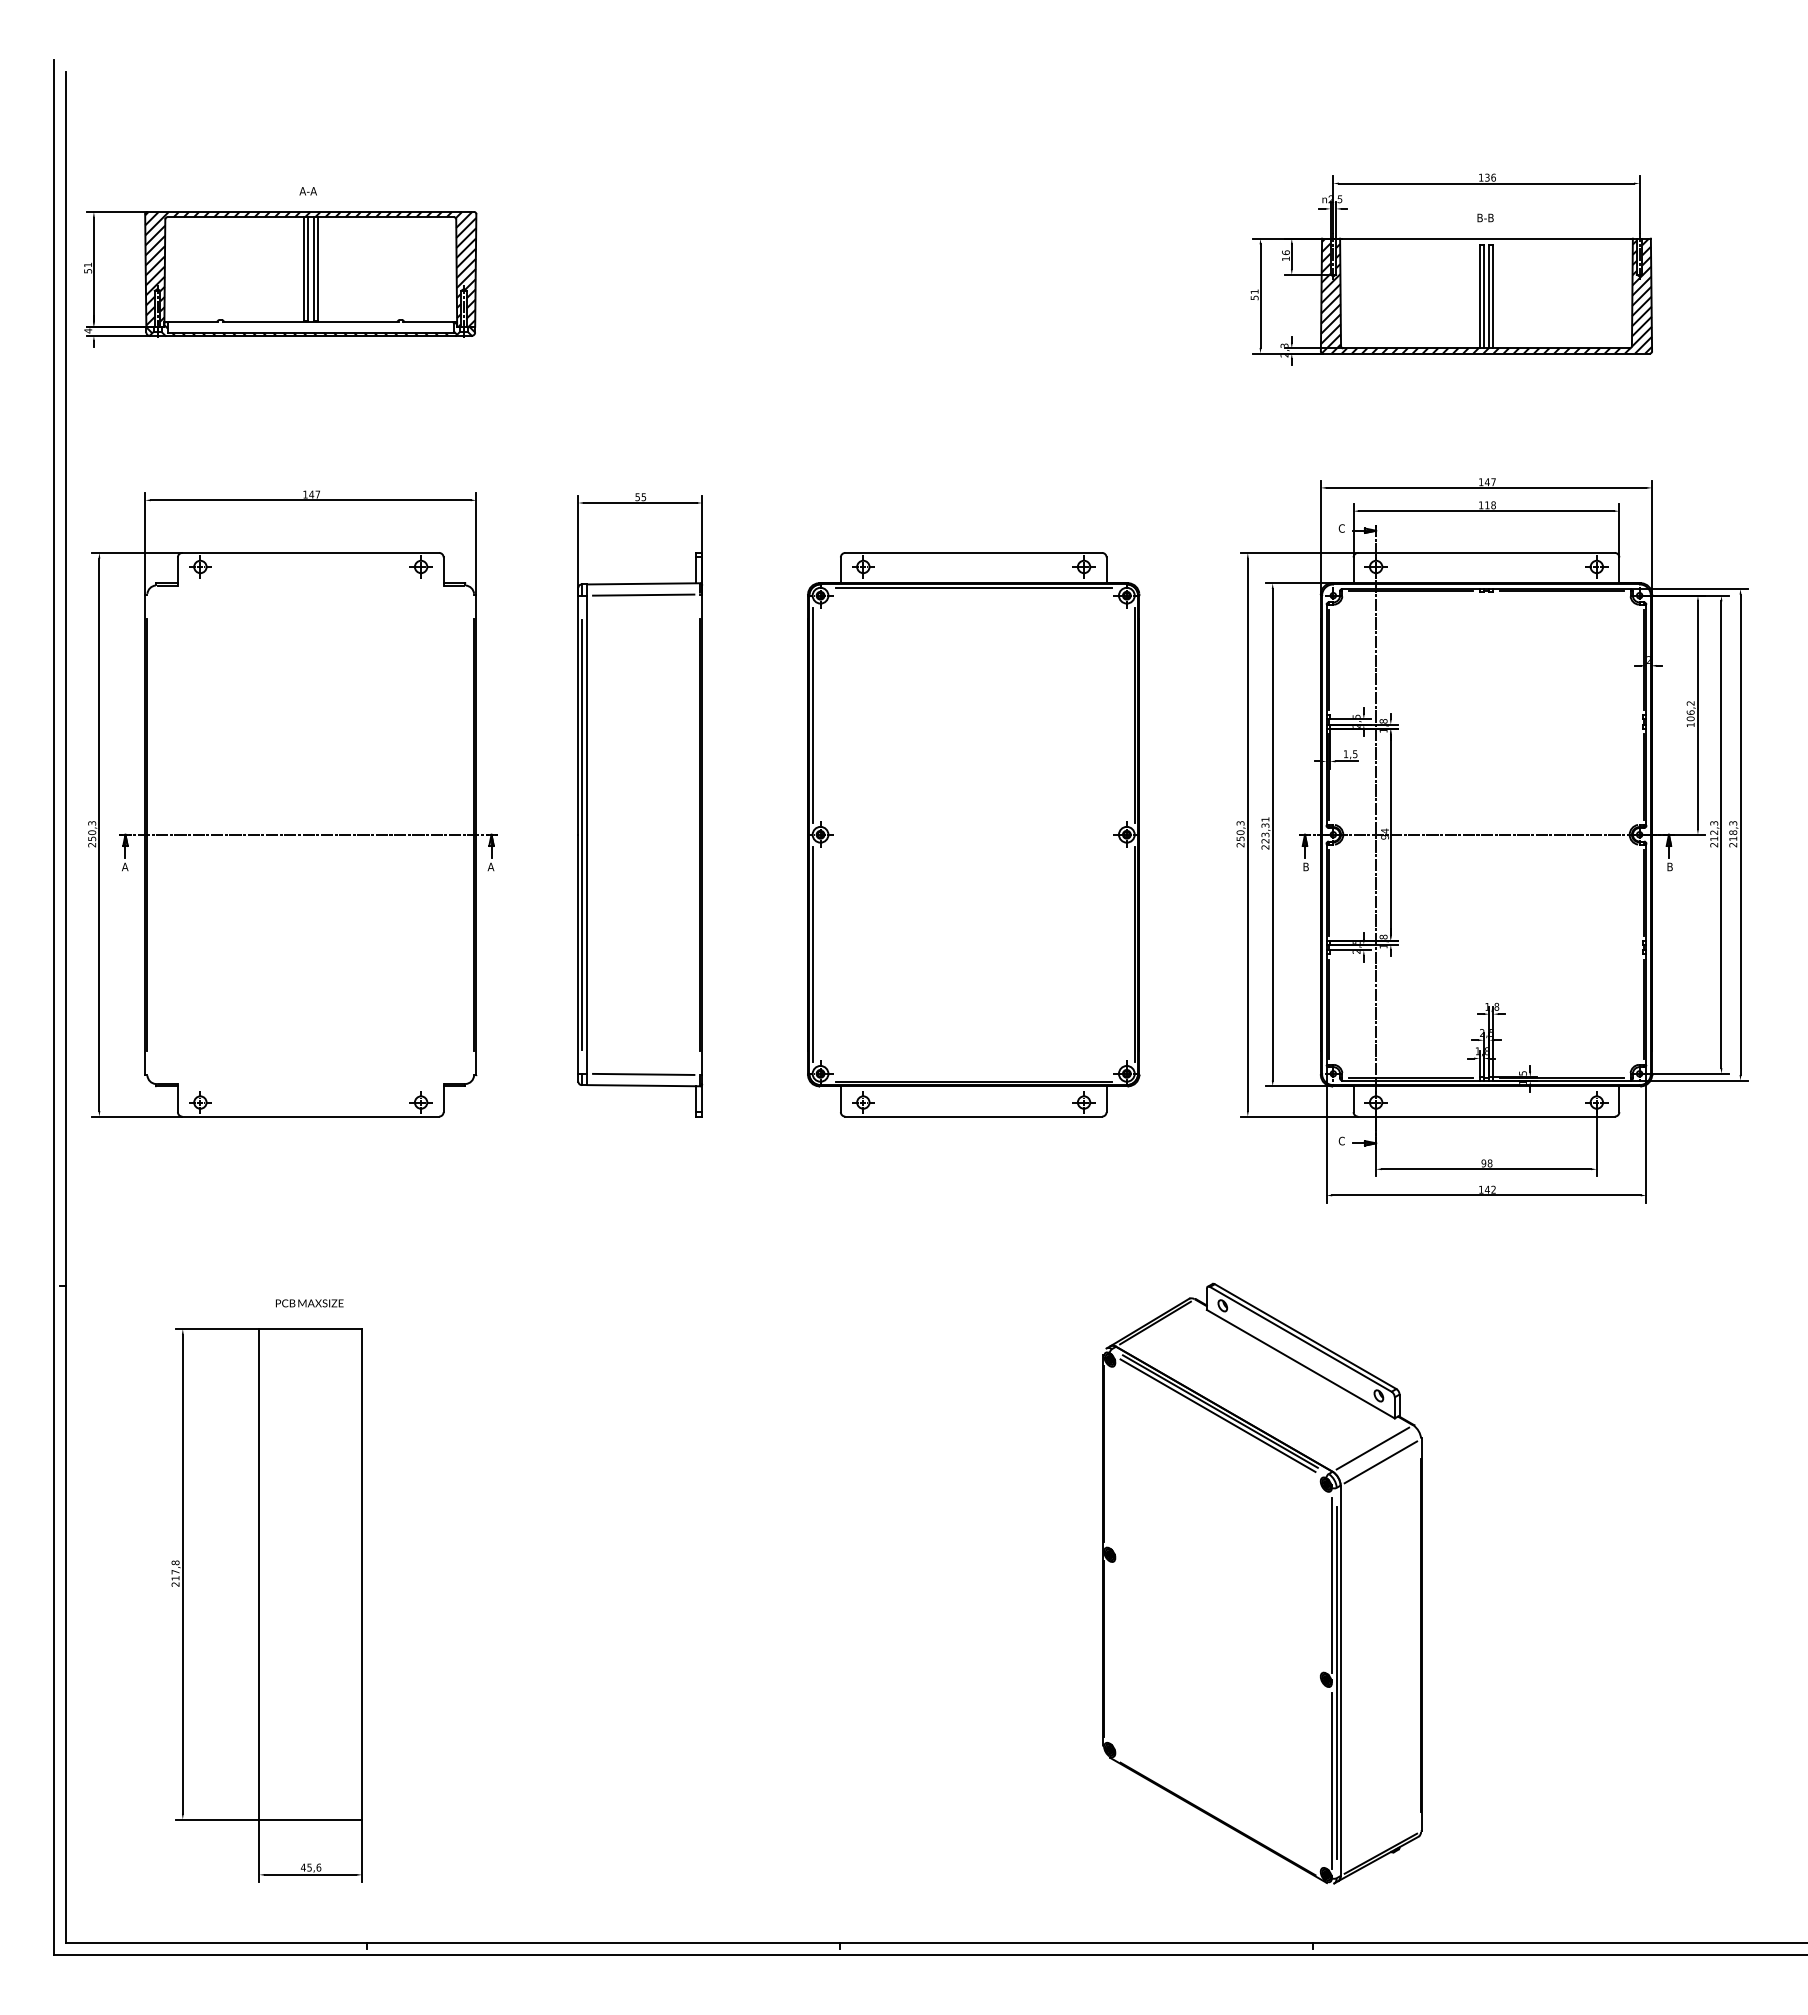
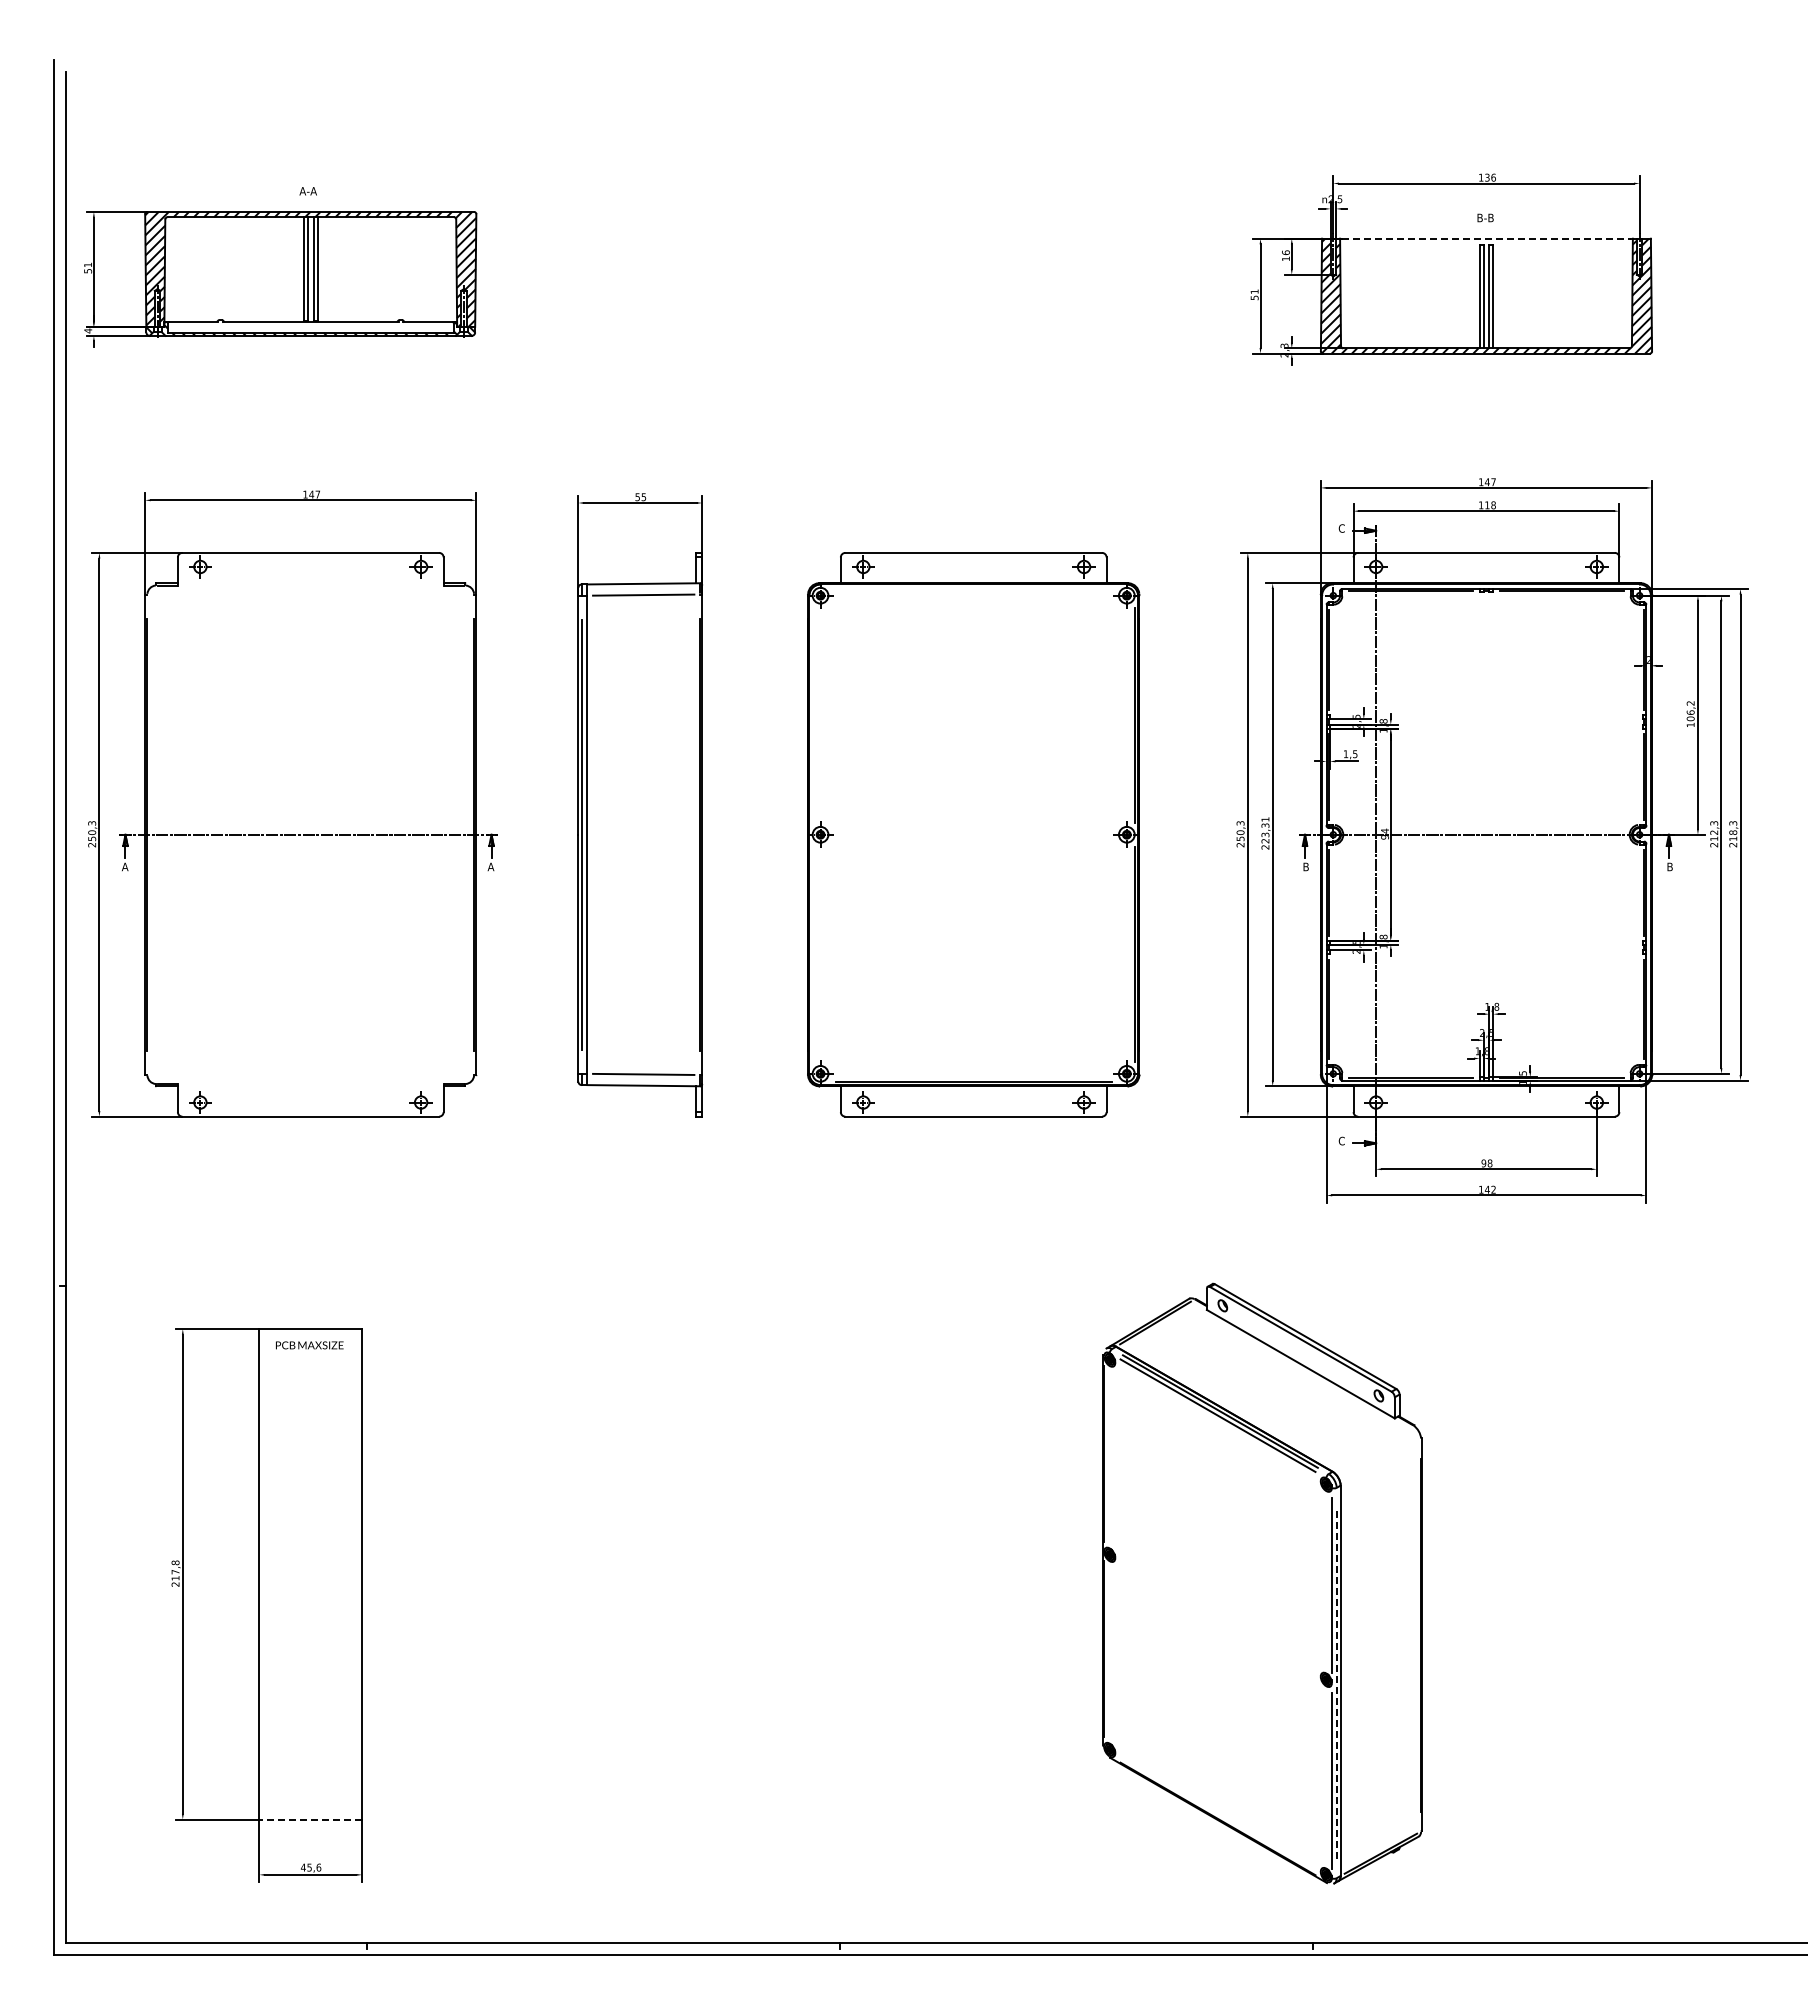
line at (1486, 238): solid -> dashed
line at (973, 587): present -> none
line at (812, 714): present -> none
line at (812, 953): present -> none
text at (309, 1303) position: (309, 1303) -> (309, 1345)
line at (1372, 1448): present -> none
line at (1380, 1462): present -> none
line at (1336, 1683): solid -> dashed
line at (310, 1819): solid -> dashed
